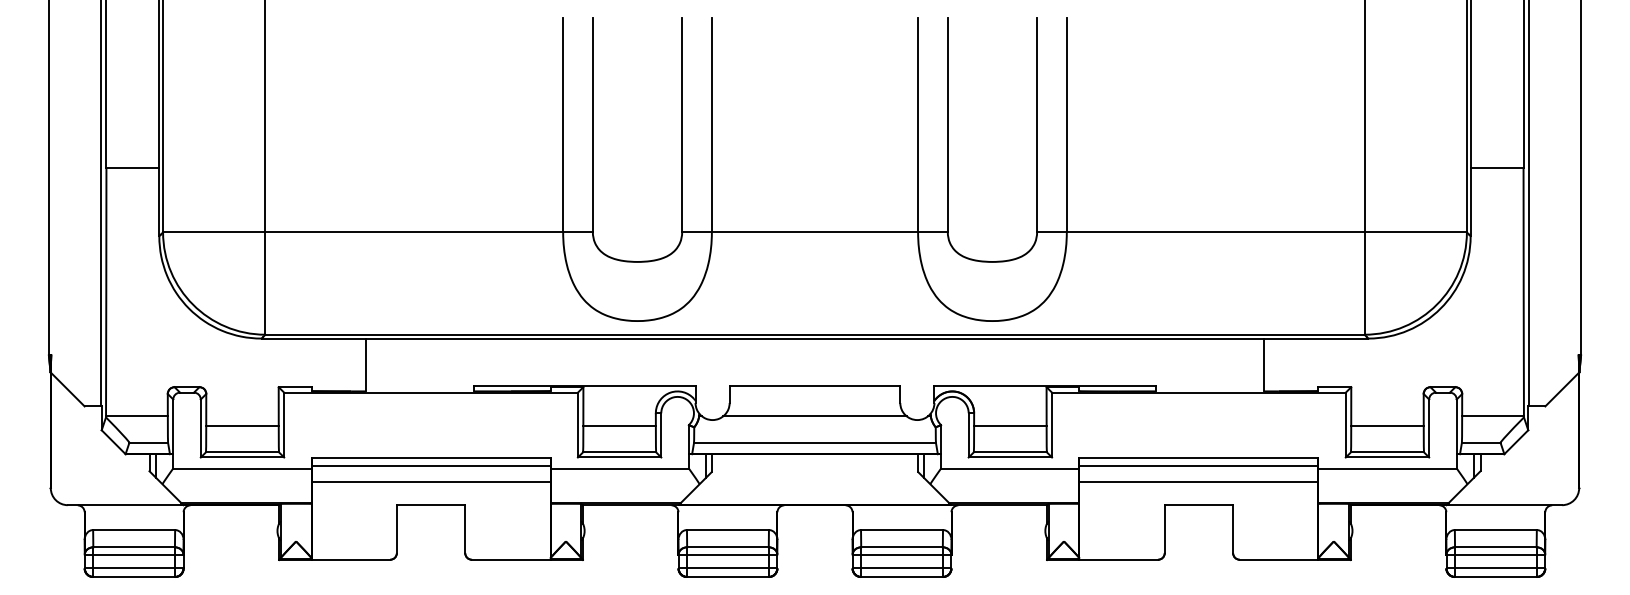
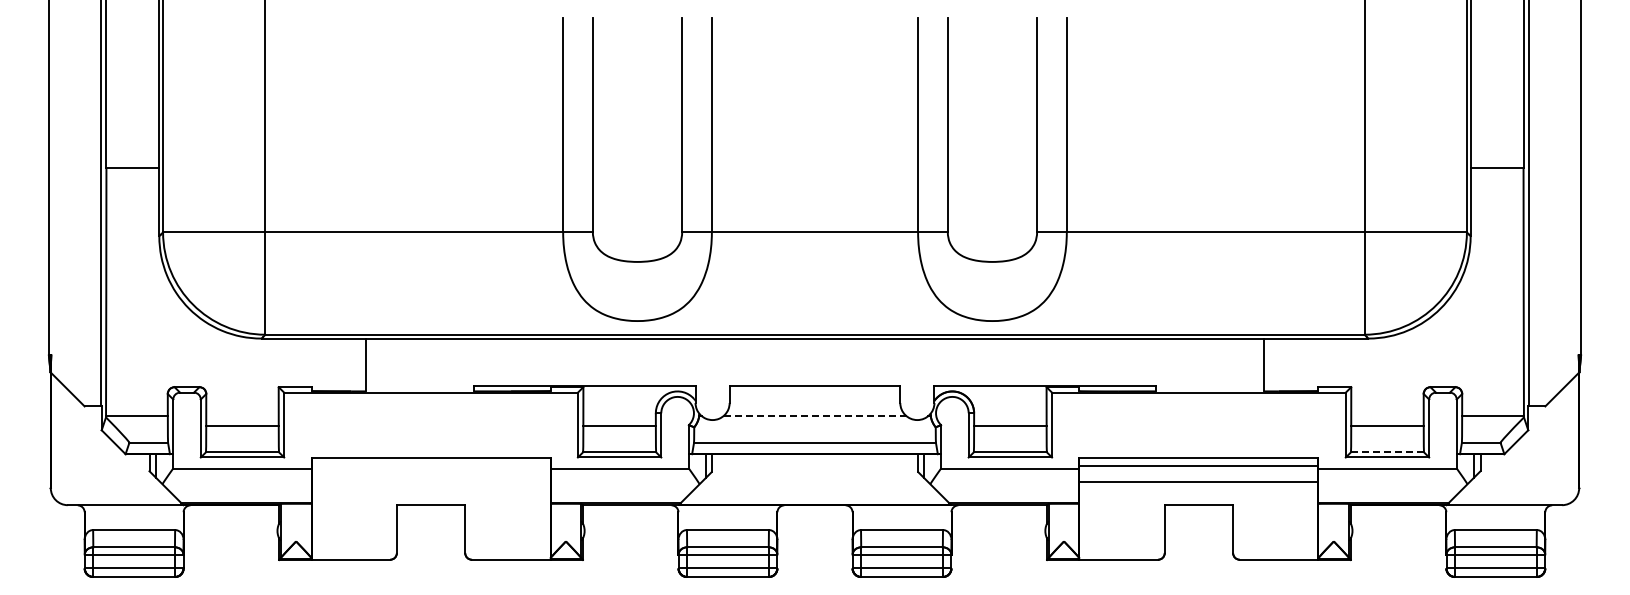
line at (814, 416): solid -> dashed
line at (1387, 452): solid -> dashed
line at (430, 466): present -> none
line at (430, 481): present -> none
